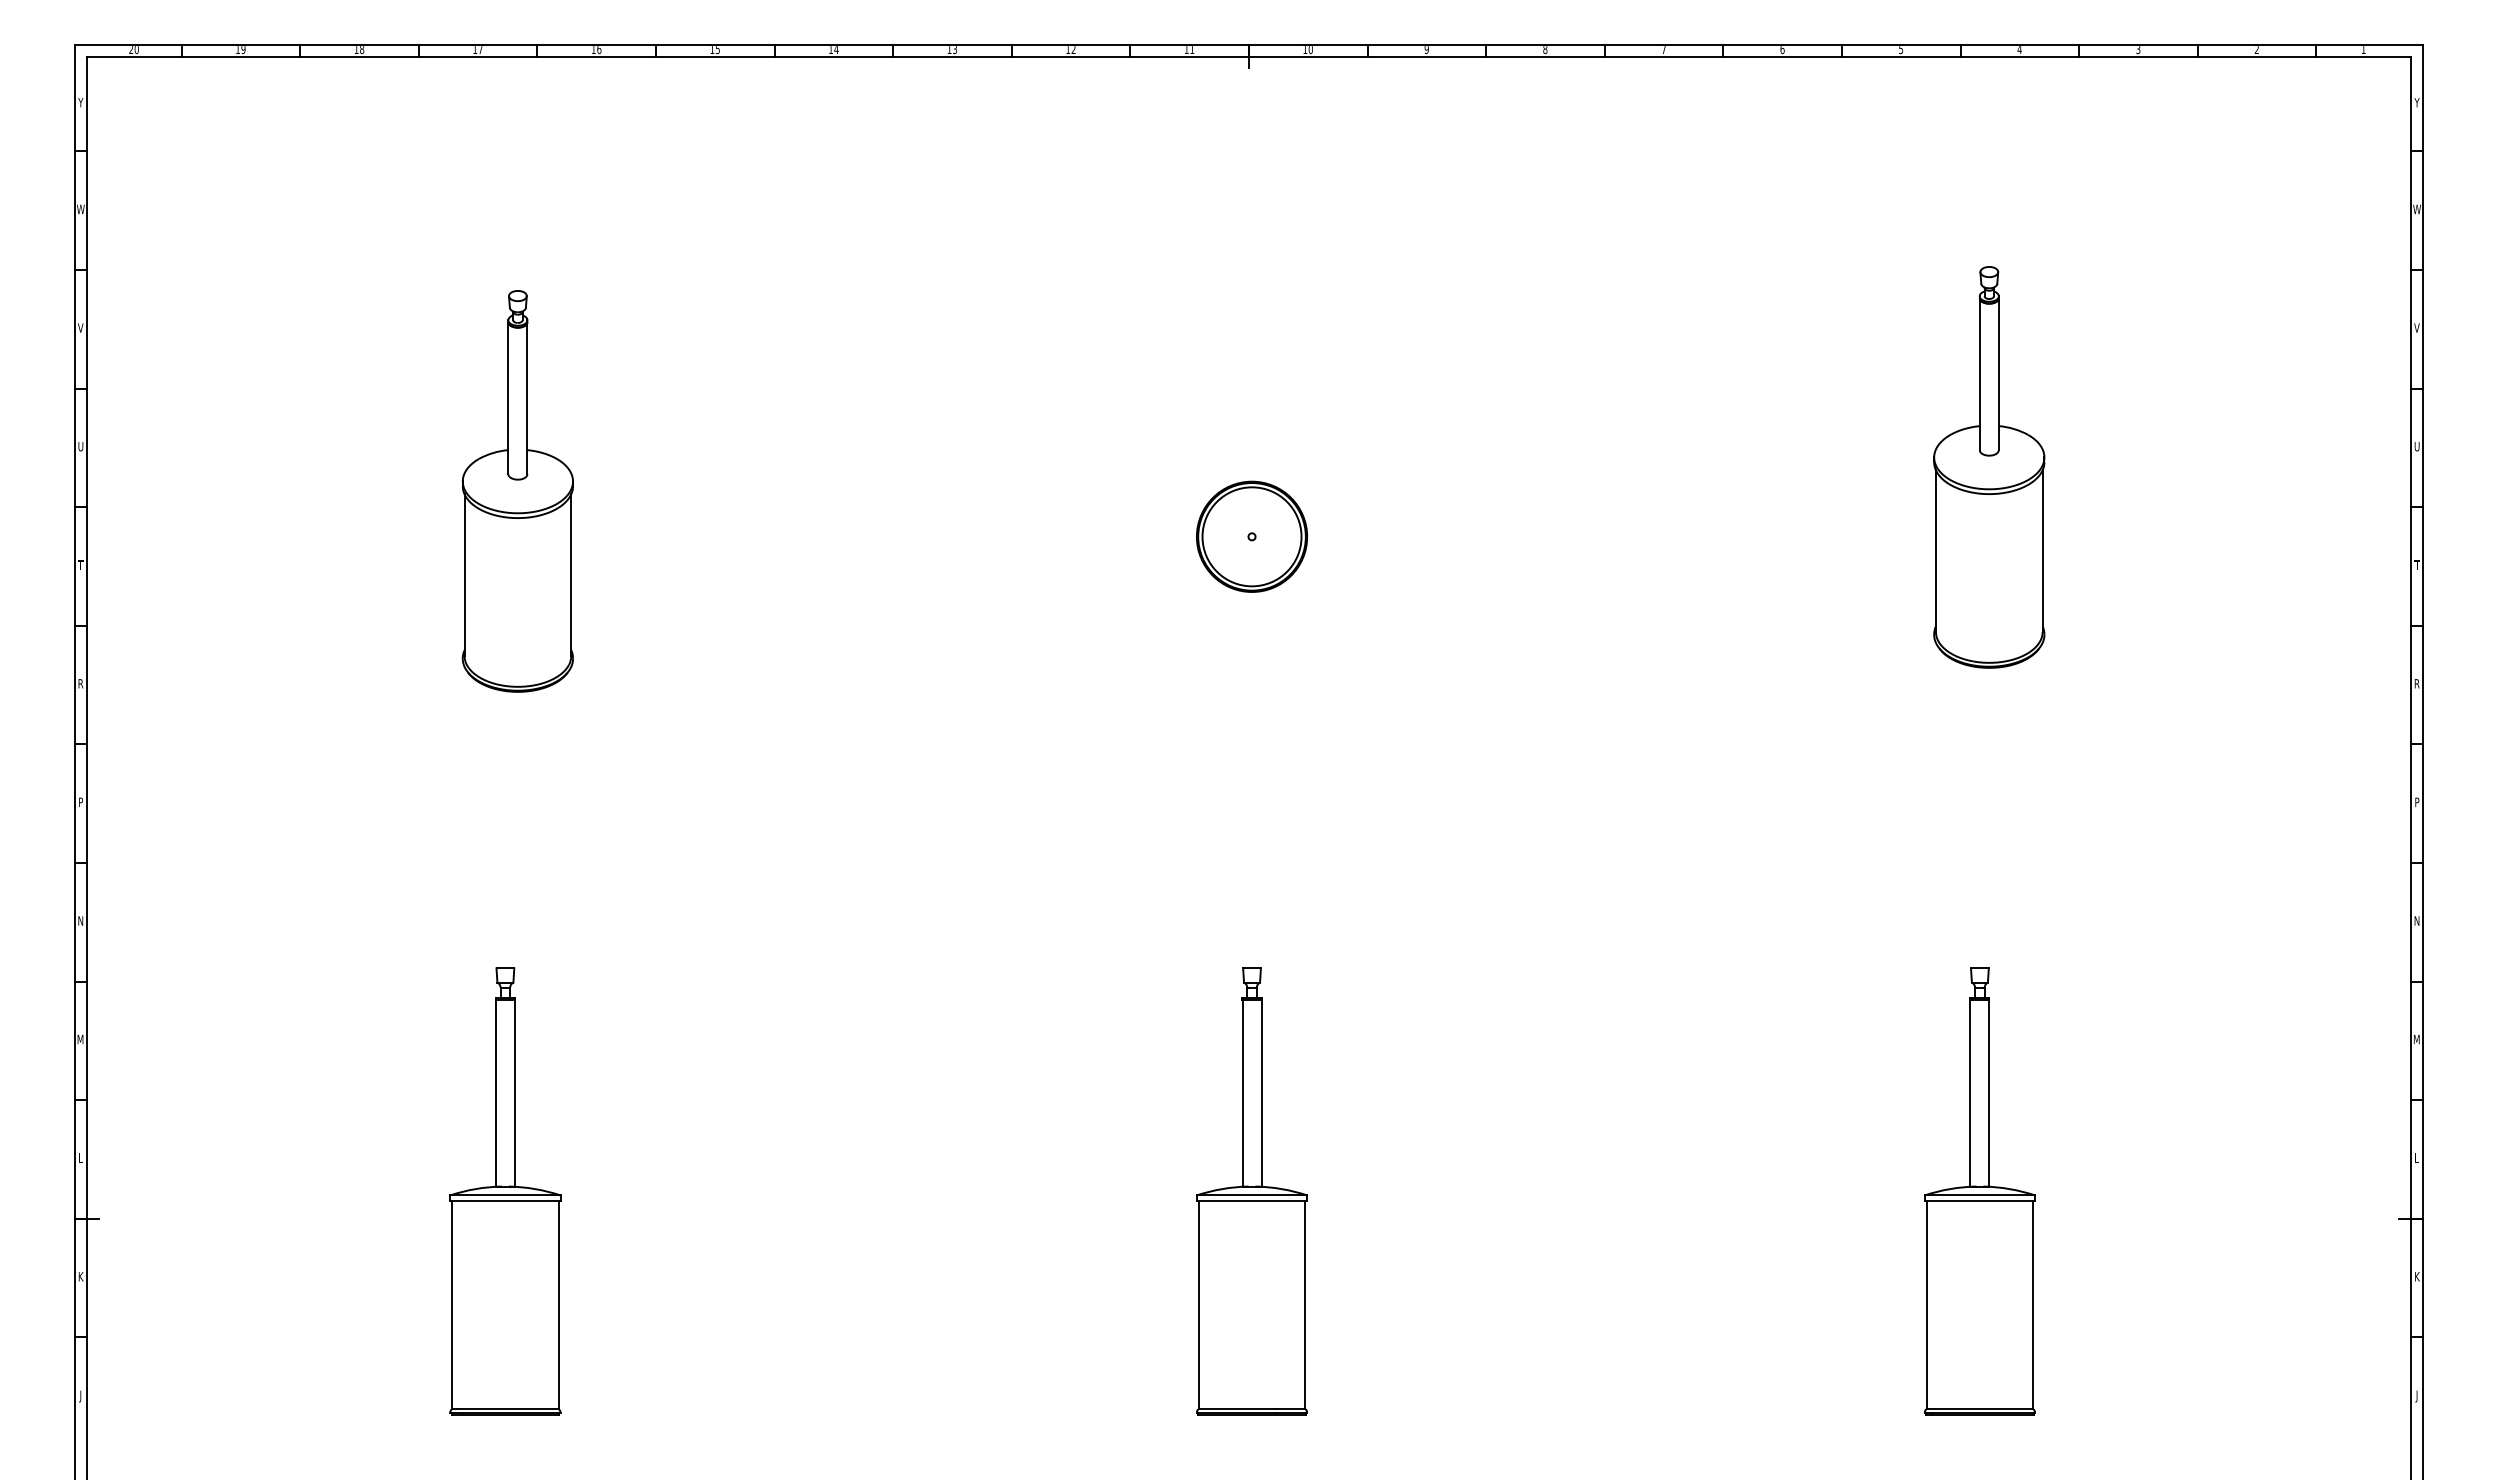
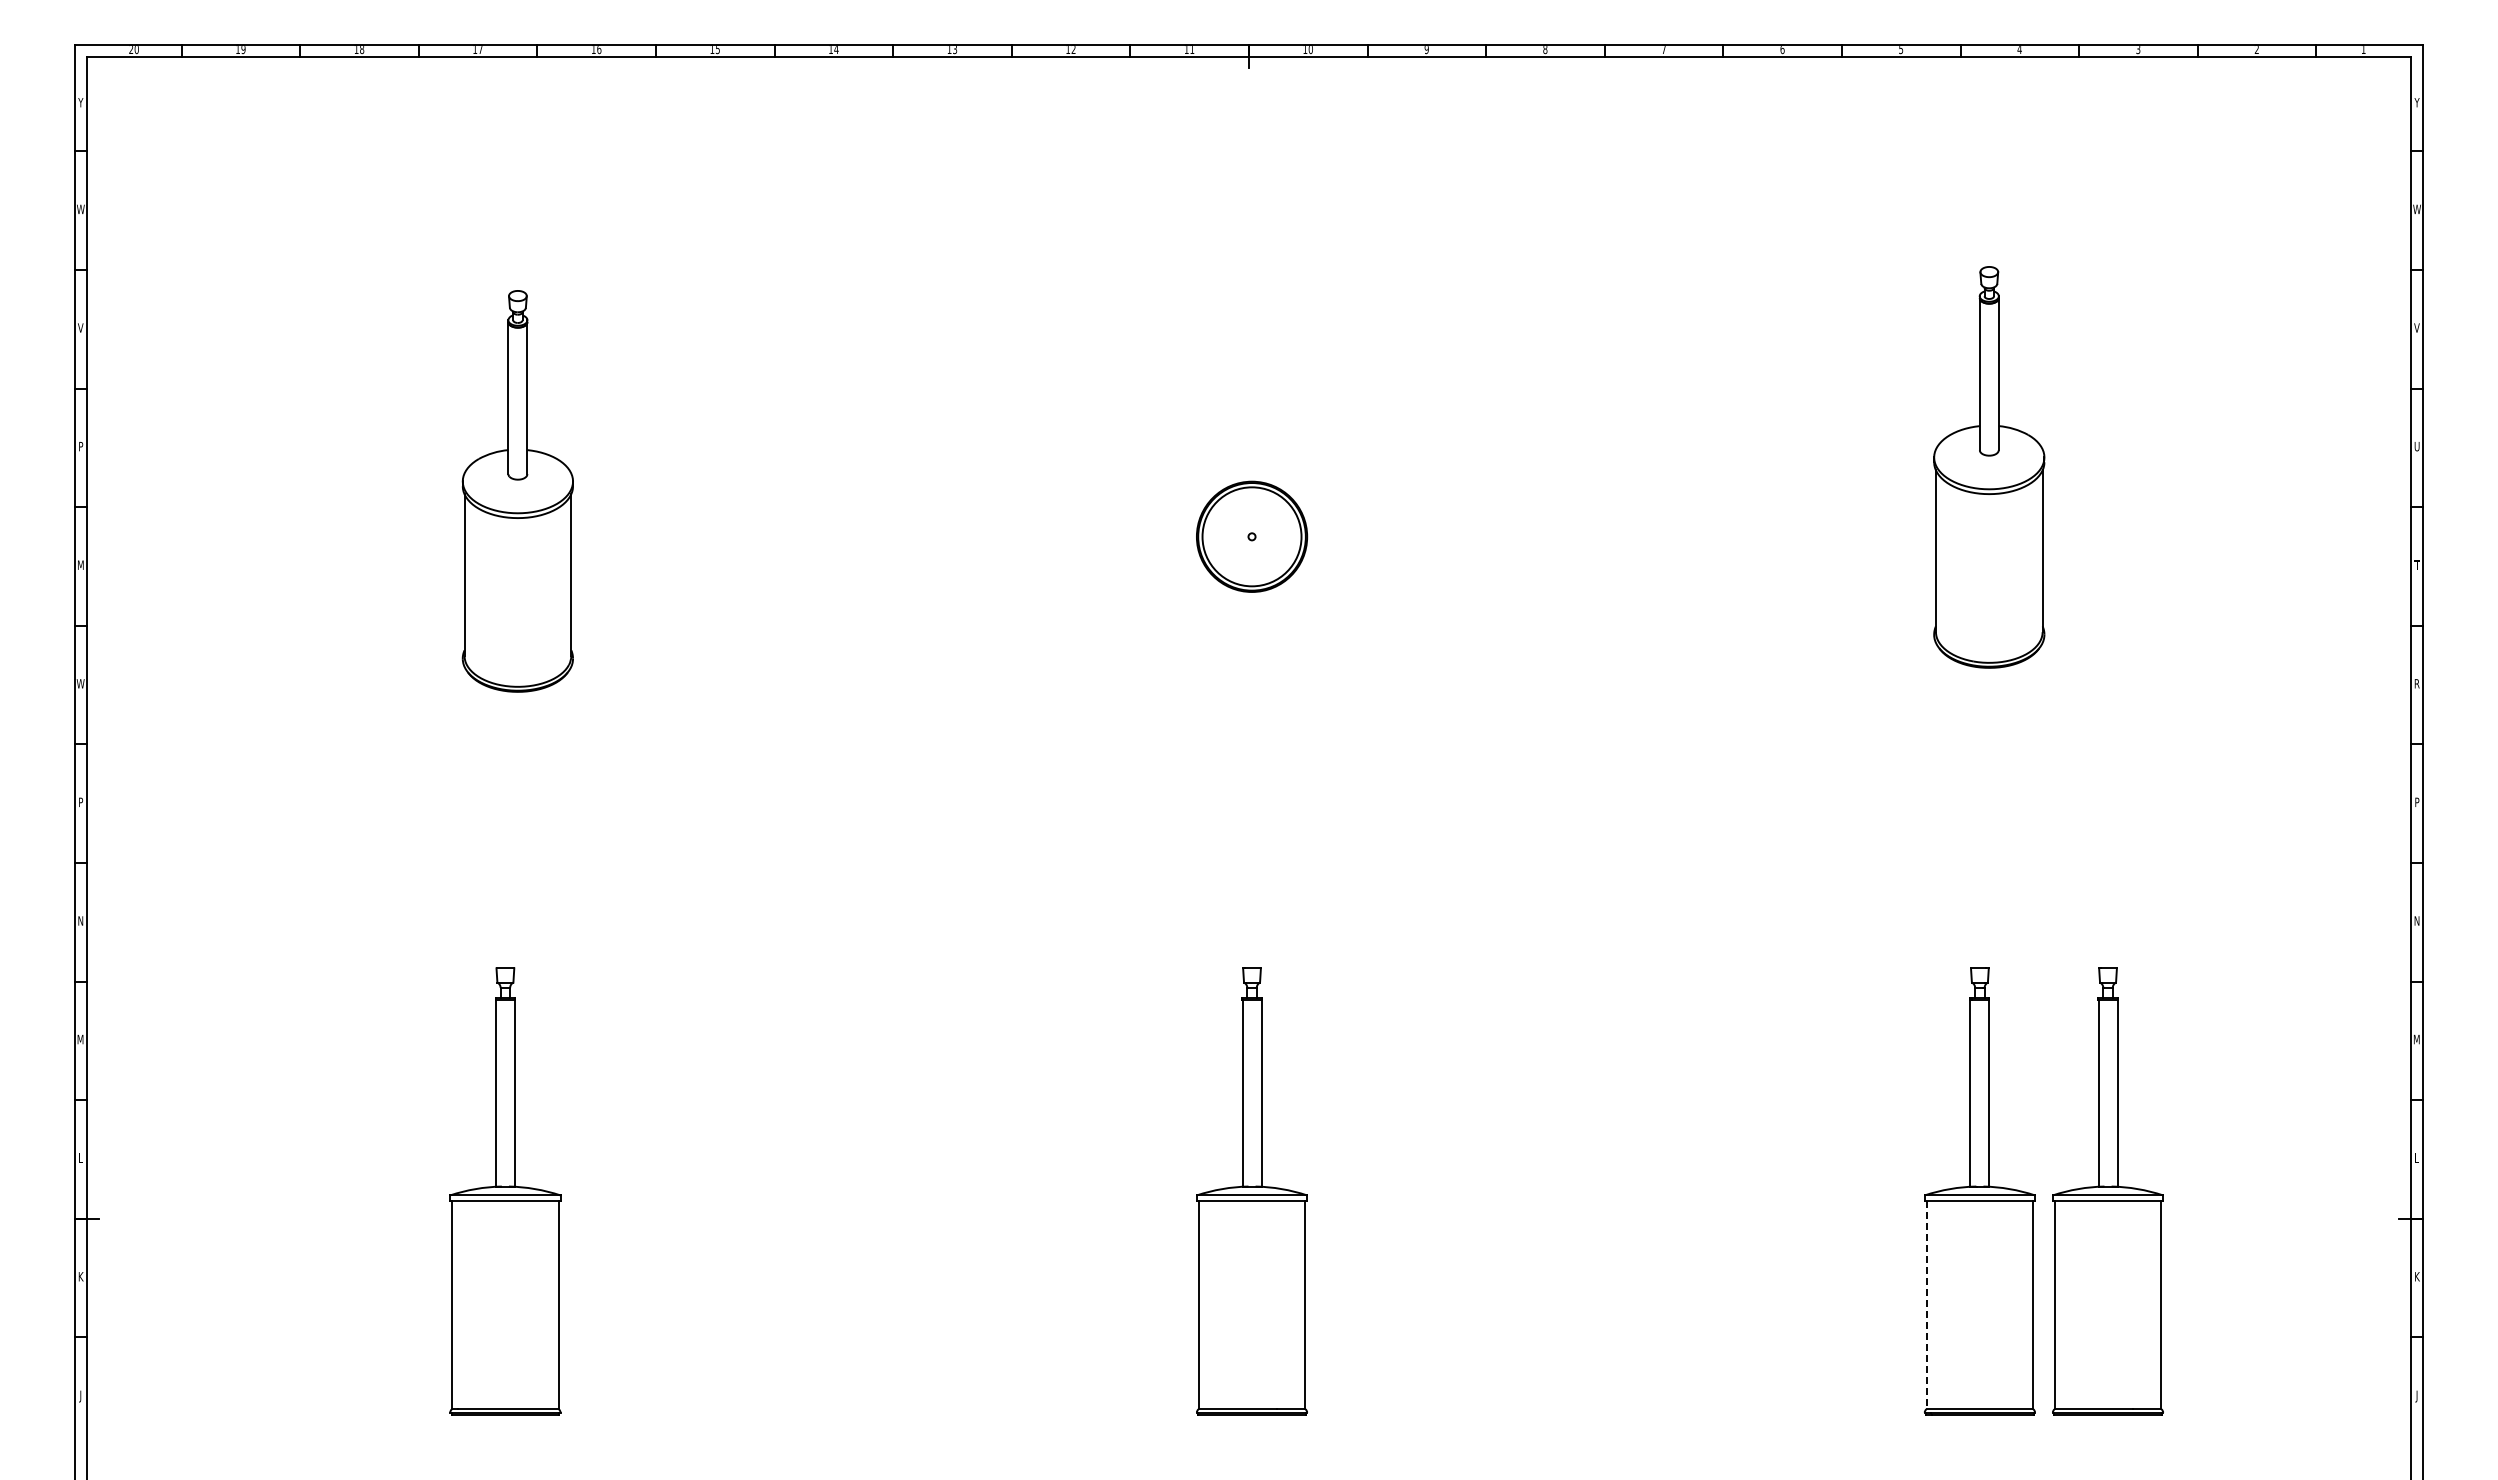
text at (80, 446): U -> P
text at (80, 564): T -> M
text at (80, 683): R -> W
part at (2107, 1191): none -> present
line at (1926, 1305): solid -> dashed
